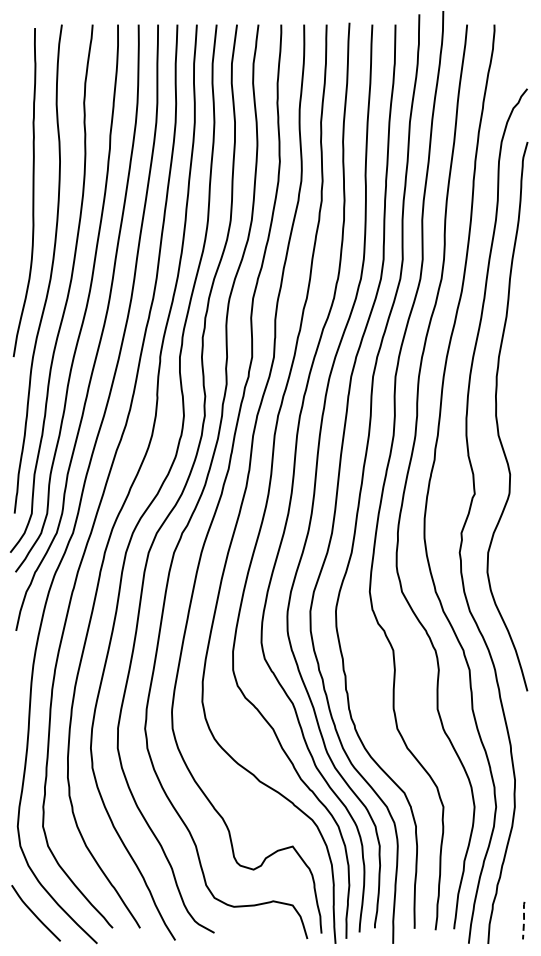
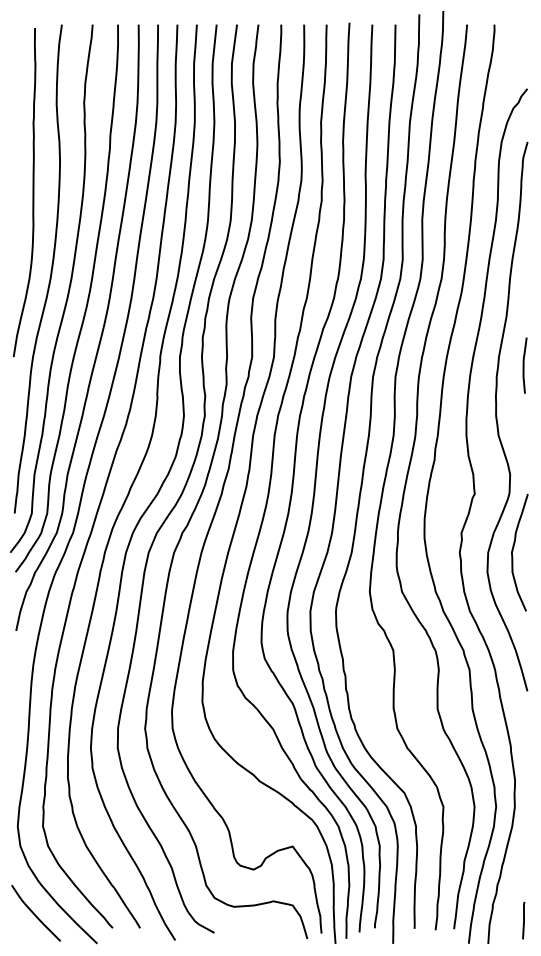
curve at (524, 365): none -> present
curve at (513, 551): none -> present
line at (524, 920): dashed -> solid
